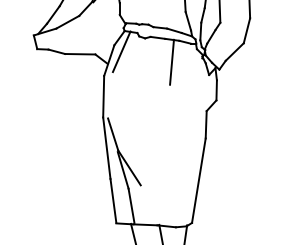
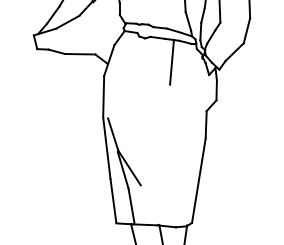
line at (121, 51): present -> none
